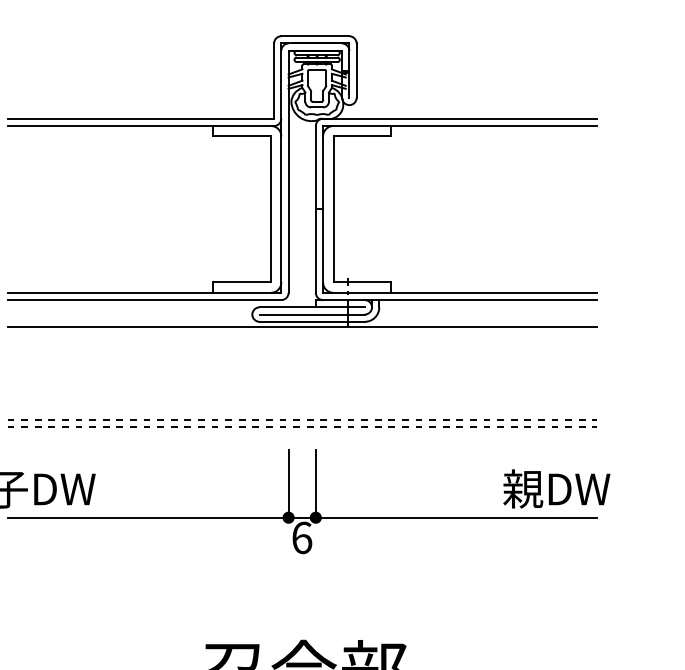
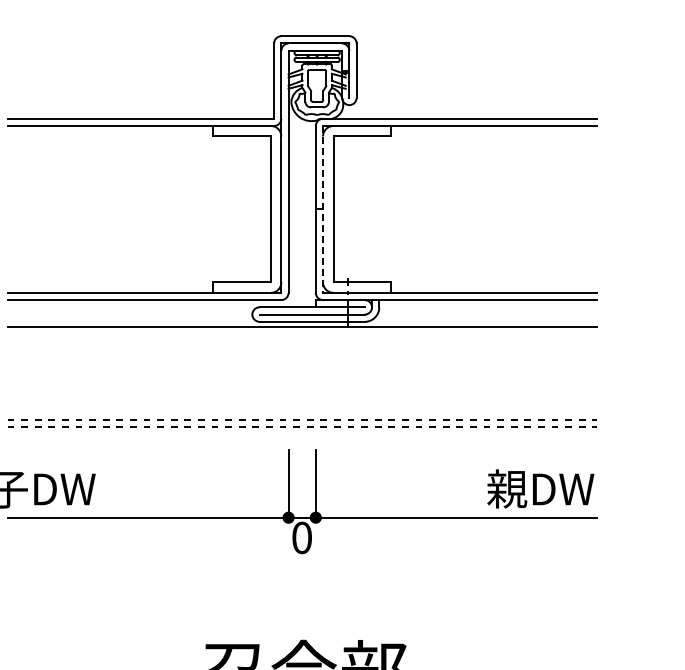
line at (323, 209): solid -> dashed
text at (556, 488) position: (556, 488) -> (540, 488)
text at (302, 537): 6 -> 0
